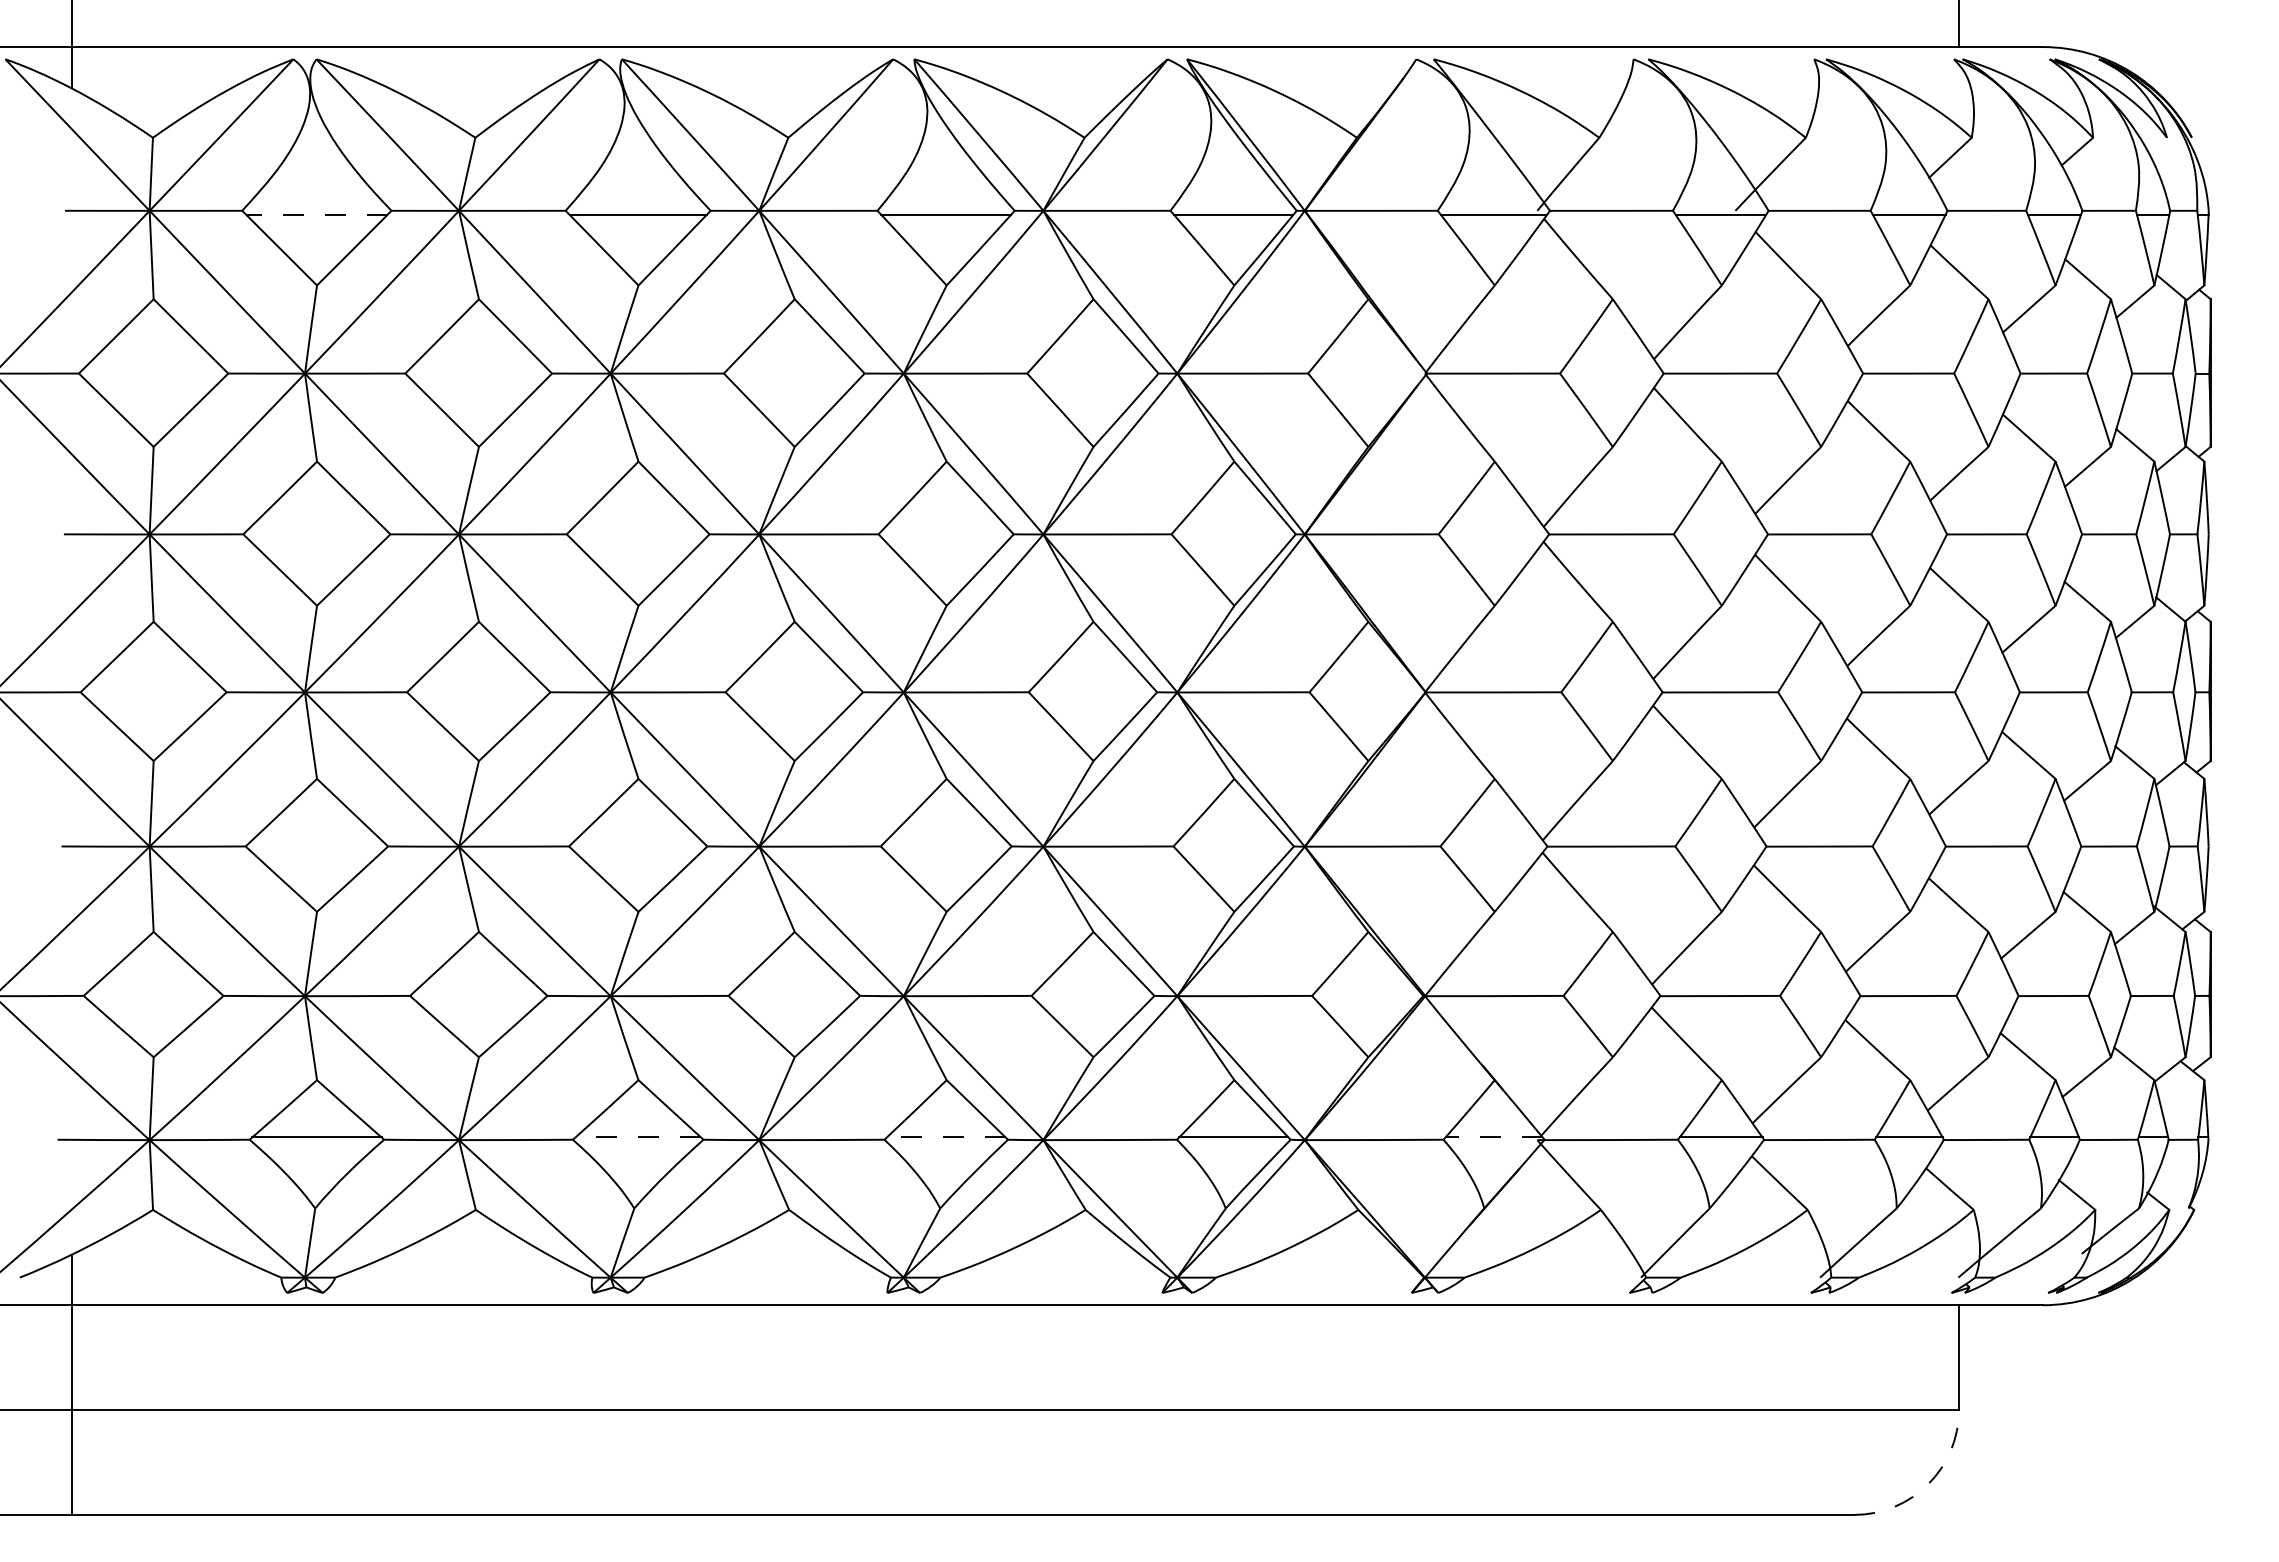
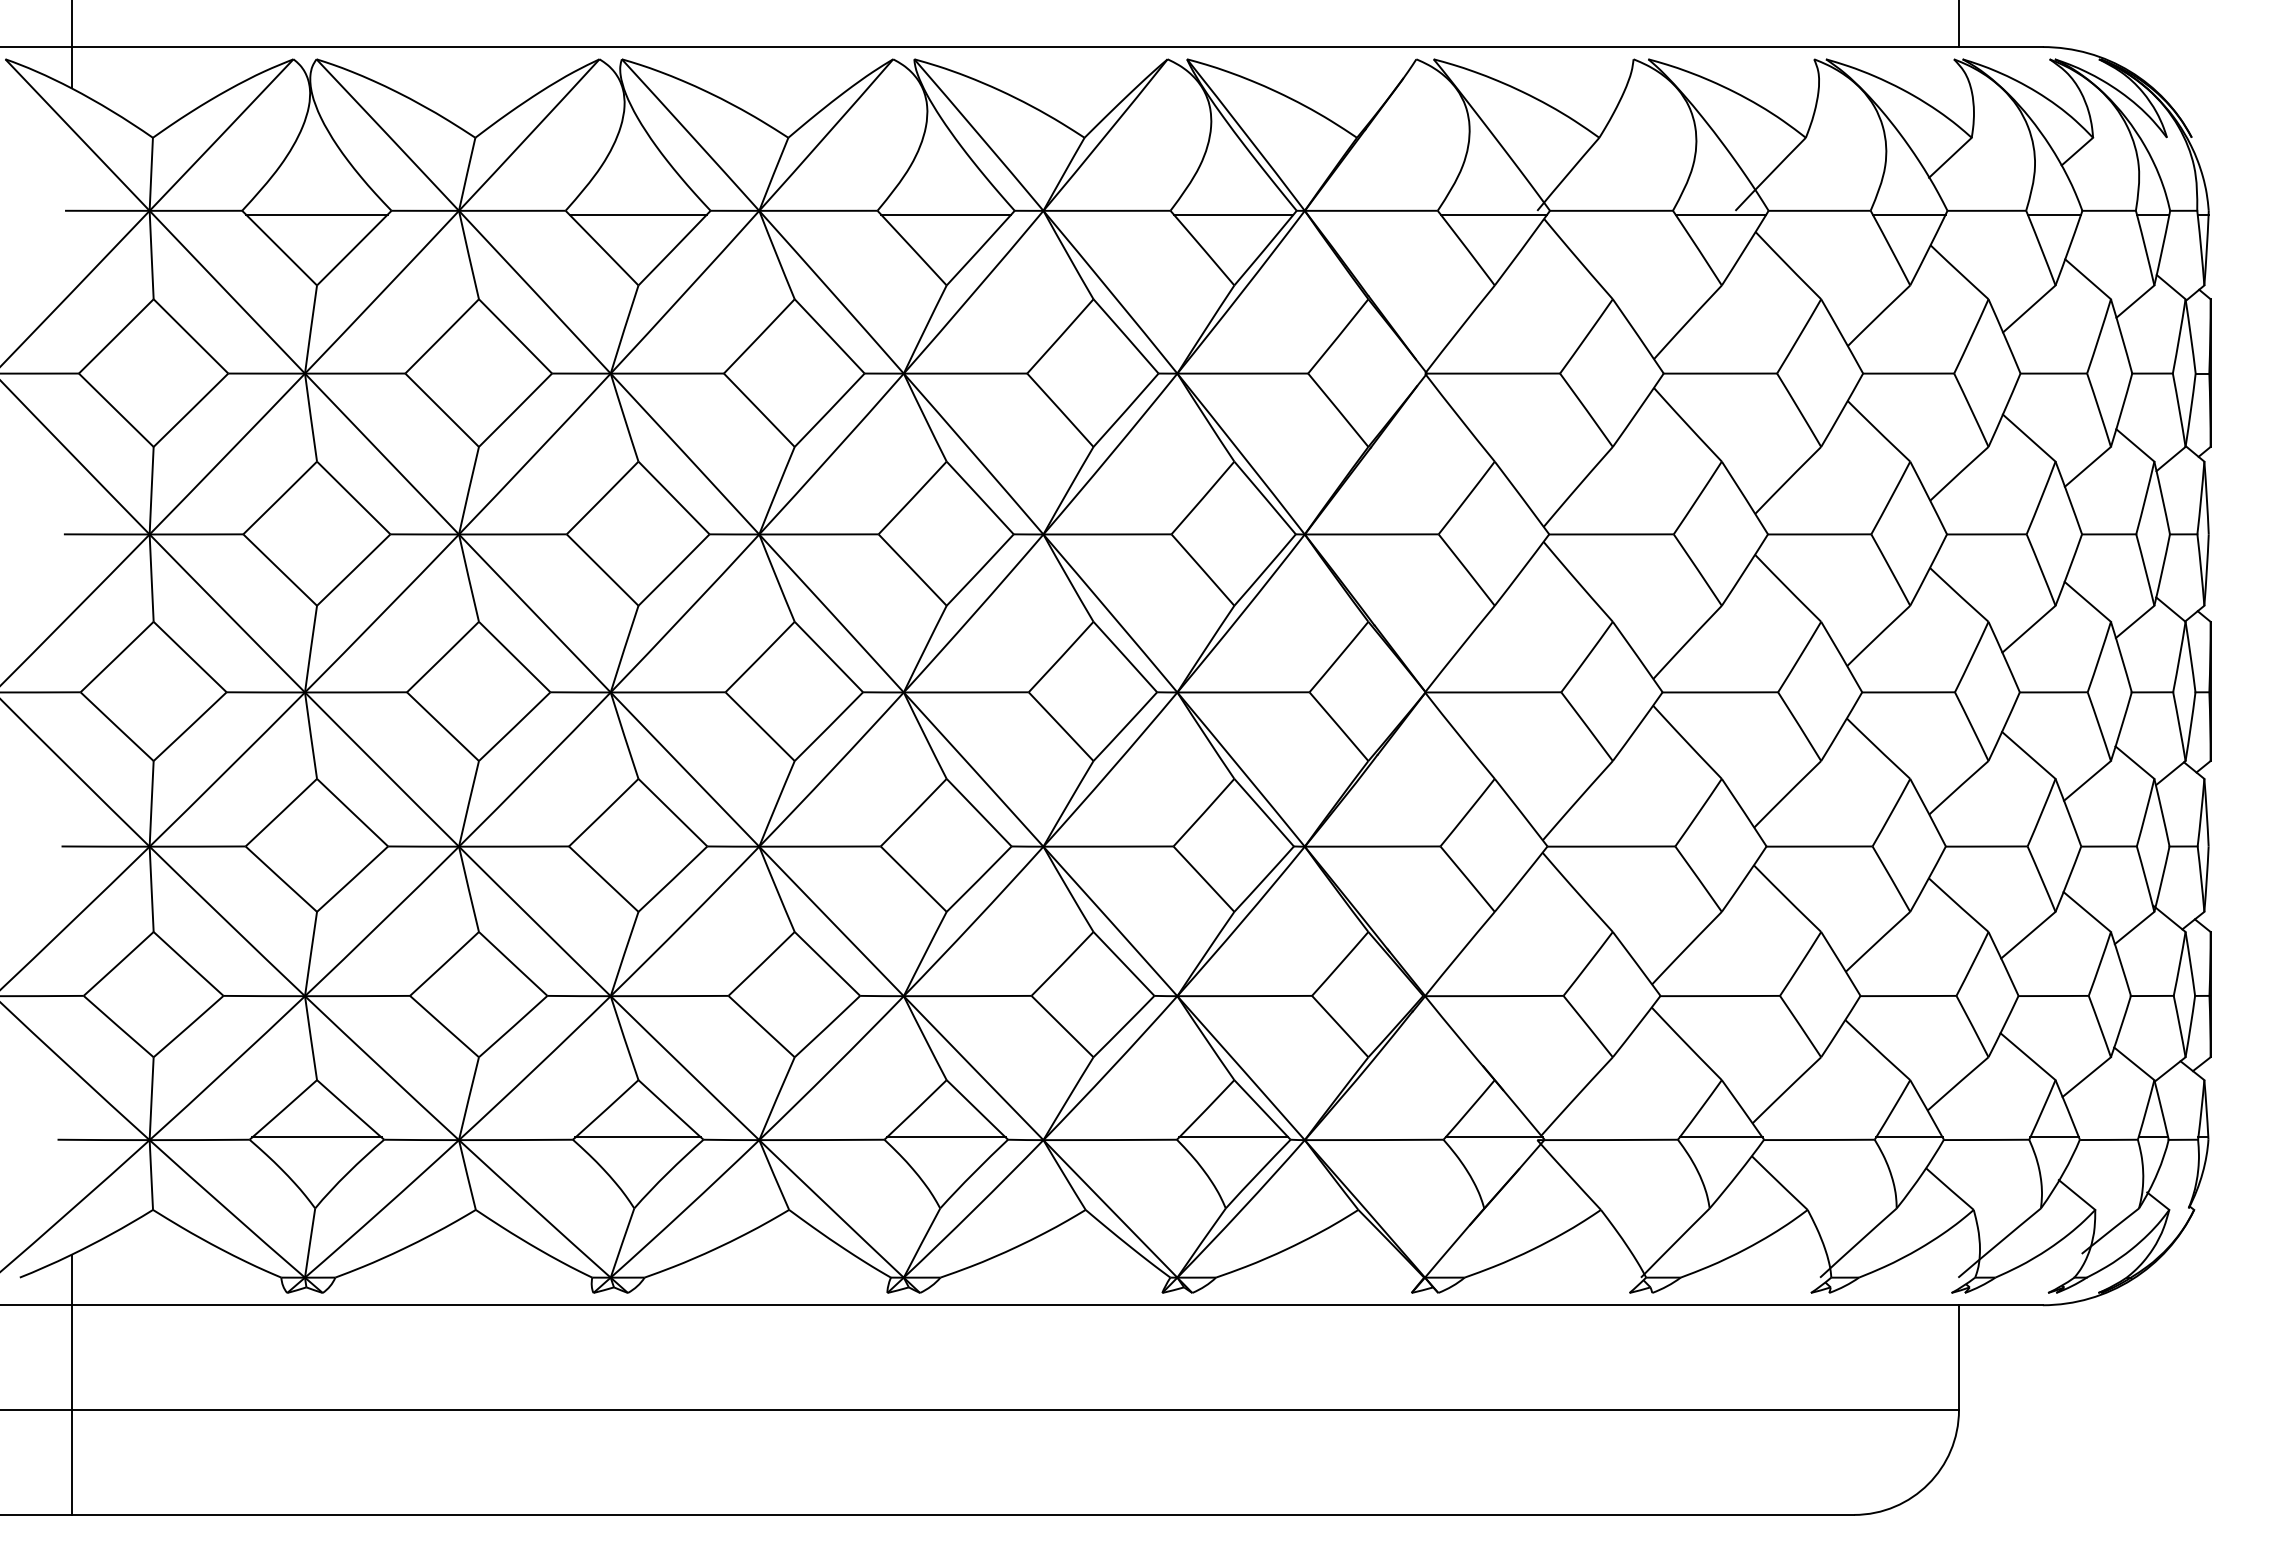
line at (316, 214): dashed -> solid
line at (638, 1137): dashed -> solid
line at (945, 1137): dashed -> solid
line at (1494, 1137): dashed -> solid
arc at (1928, 1484): dashed -> solid
